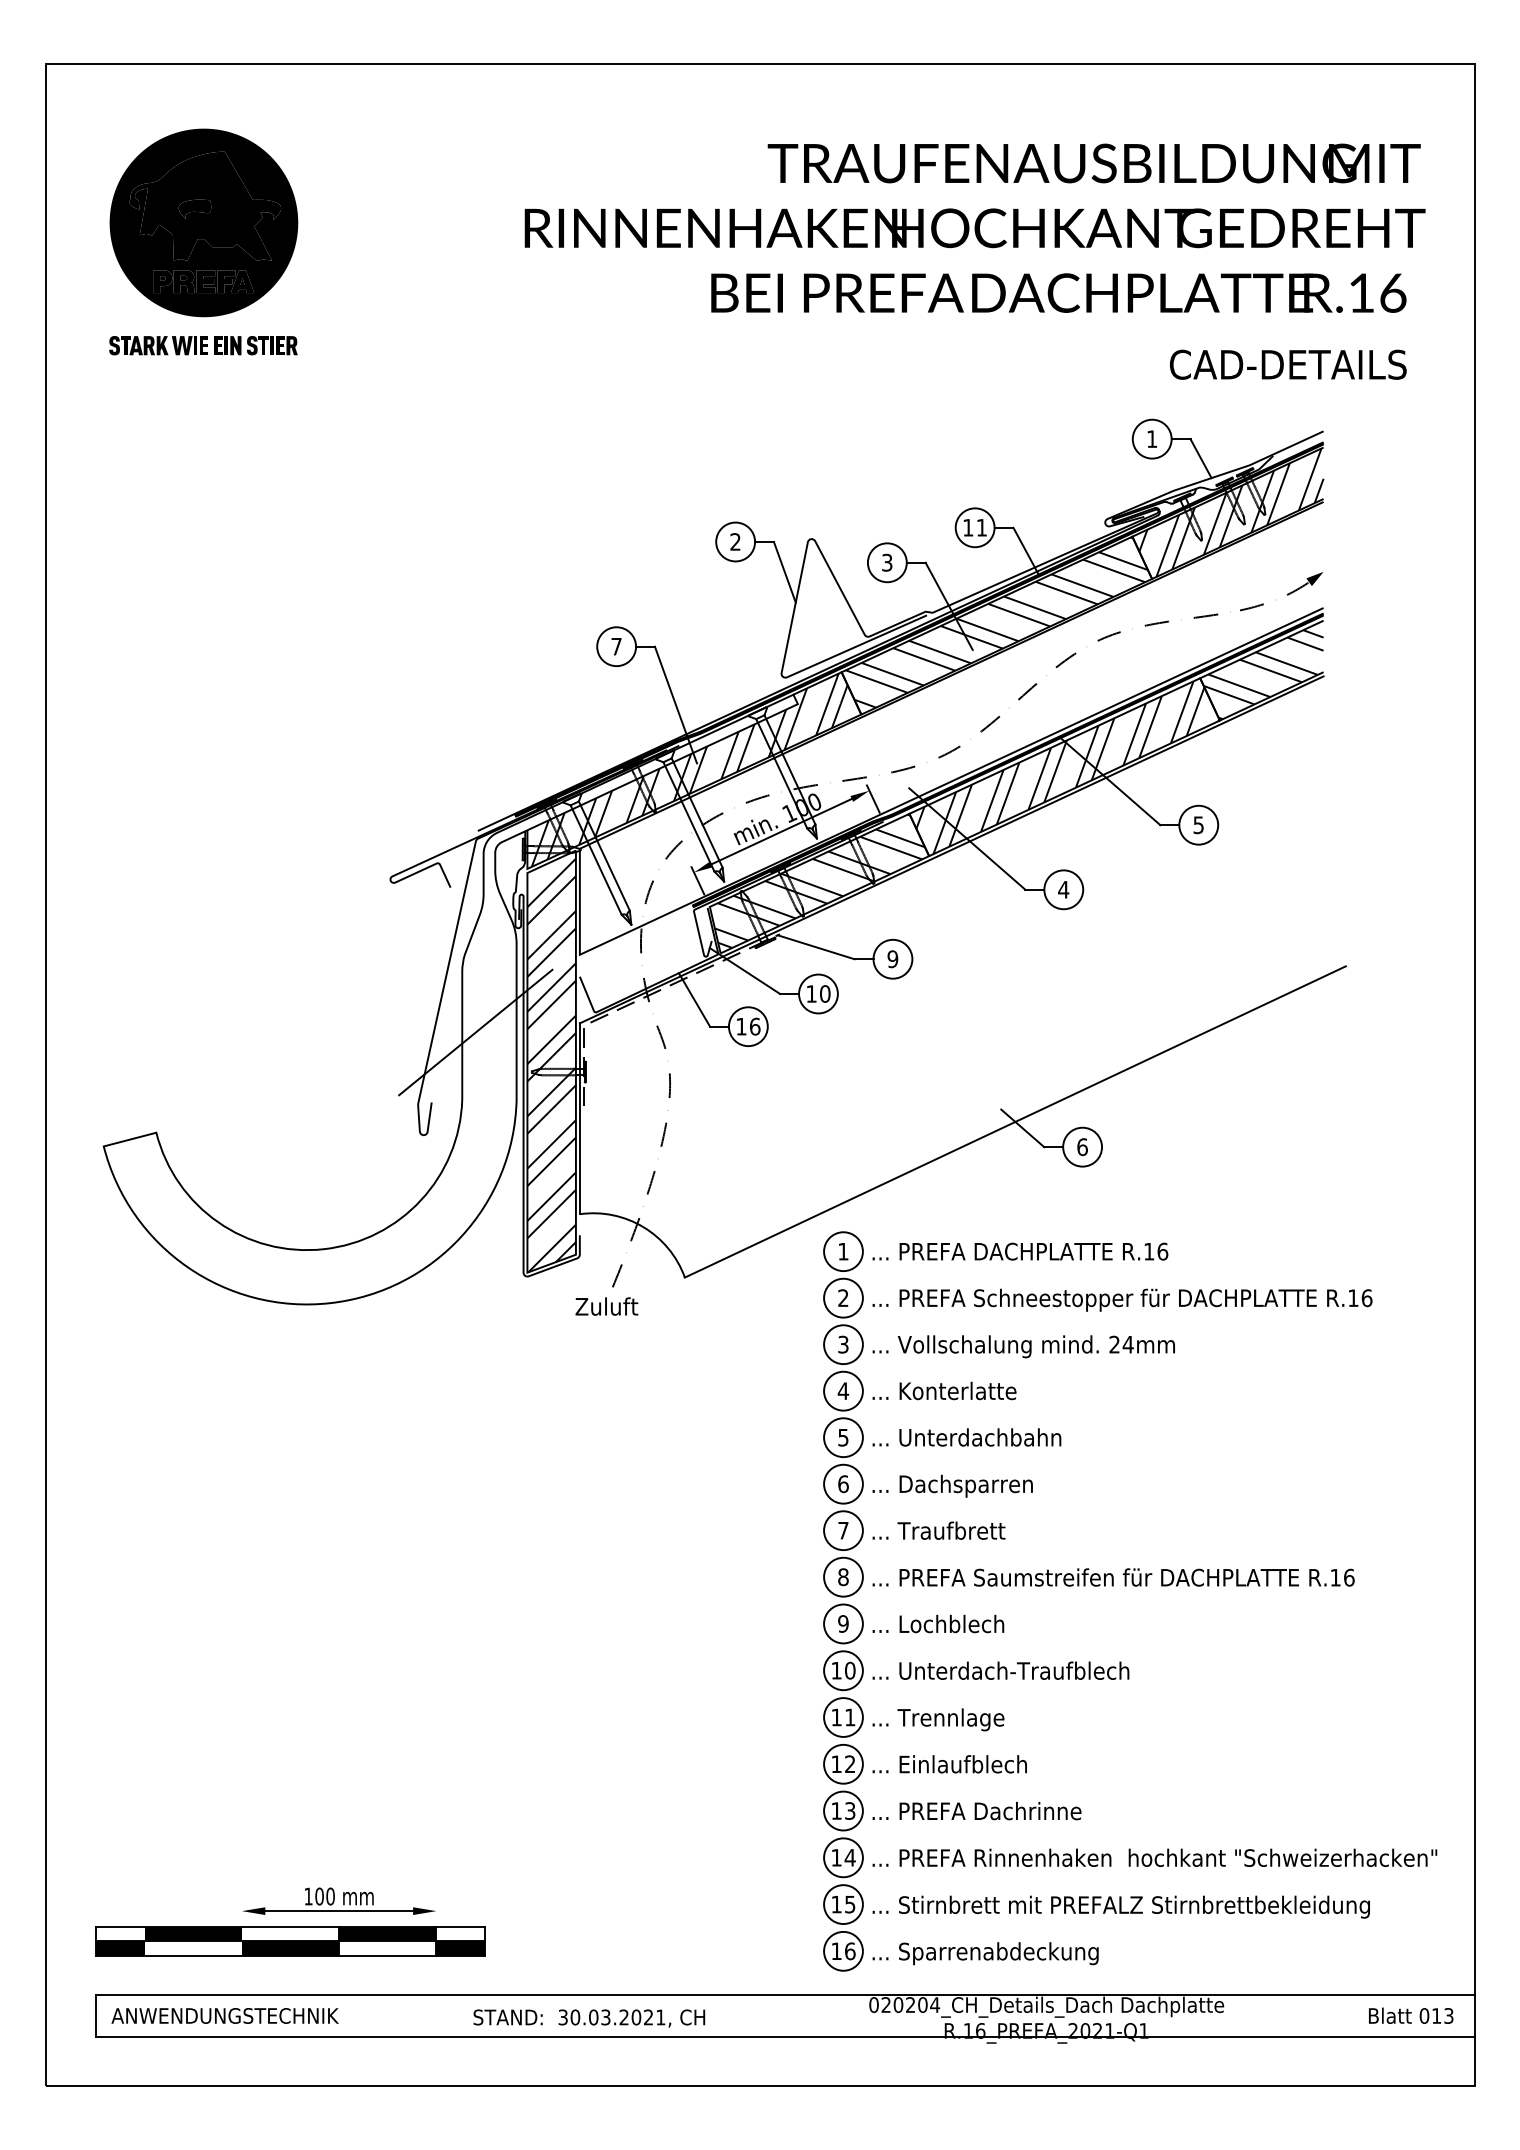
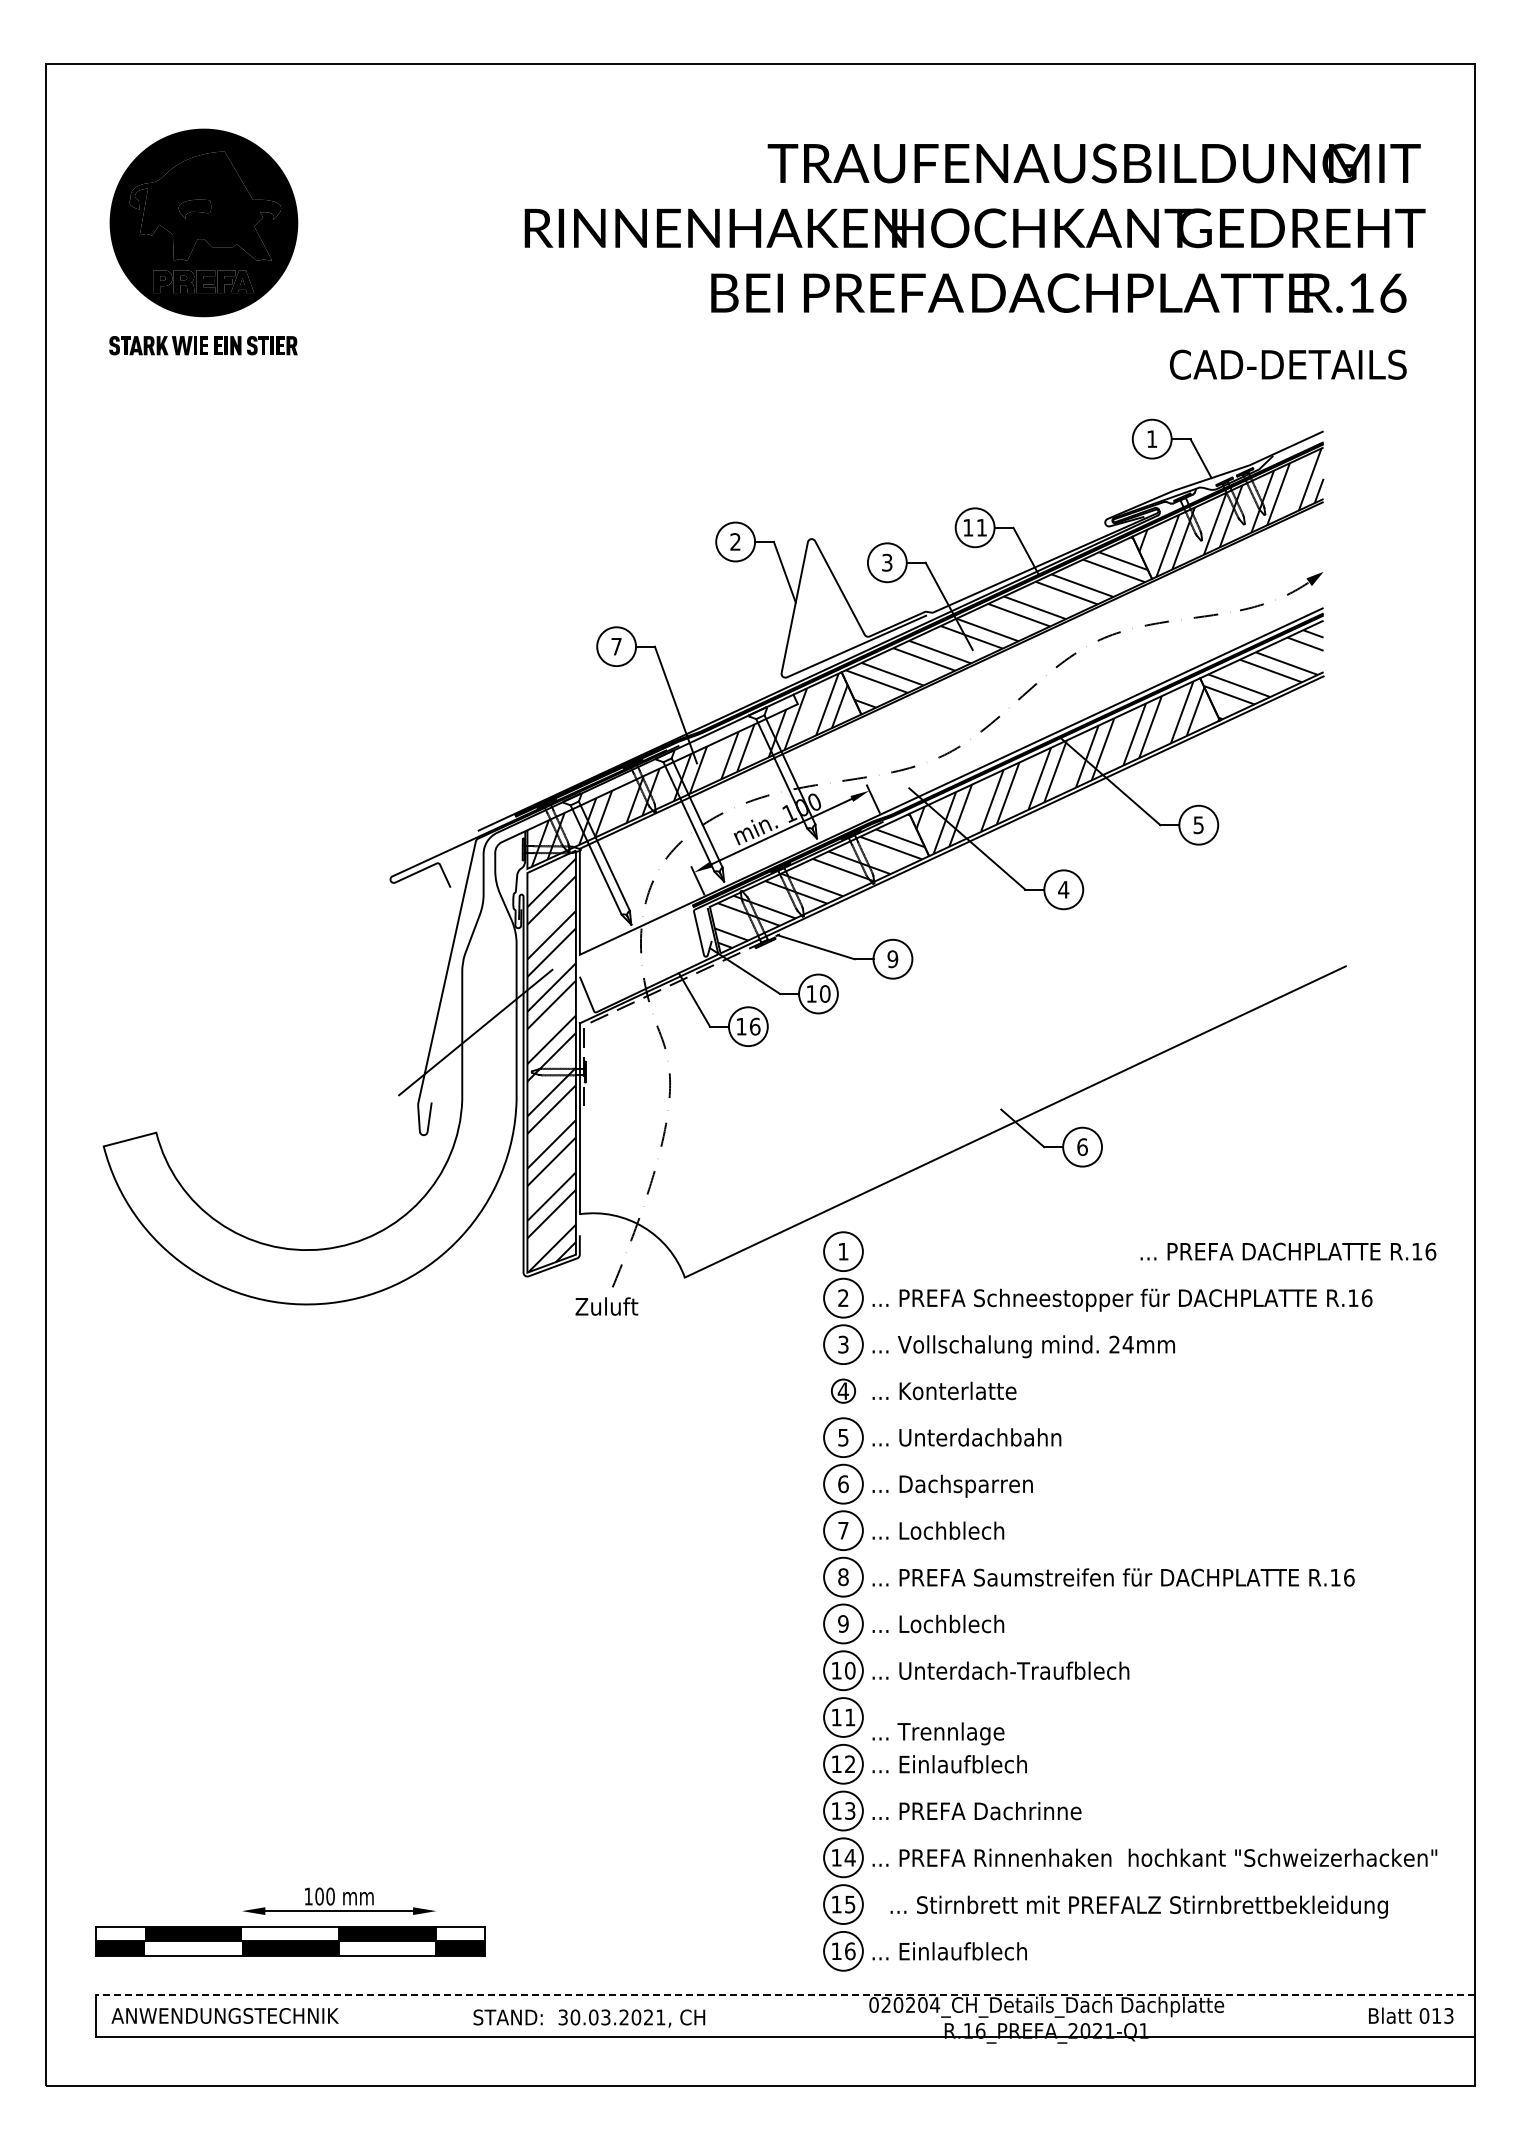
text at (1020, 1251) position: (1020, 1251) -> (1288, 1251)
circle at (843, 1390) diameter: 39 px -> 23 px
text at (951, 1530): ... Traufbrett -> ... Lochblech
text at (938, 1719) position: (938, 1719) -> (938, 1733)
text at (1120, 1906) position: (1120, 1906) -> (1138, 1906)
text at (998, 1953): ... Sparrenabdeckung -> ... Einlaufblech
line at (784, 1994): solid -> dashed
